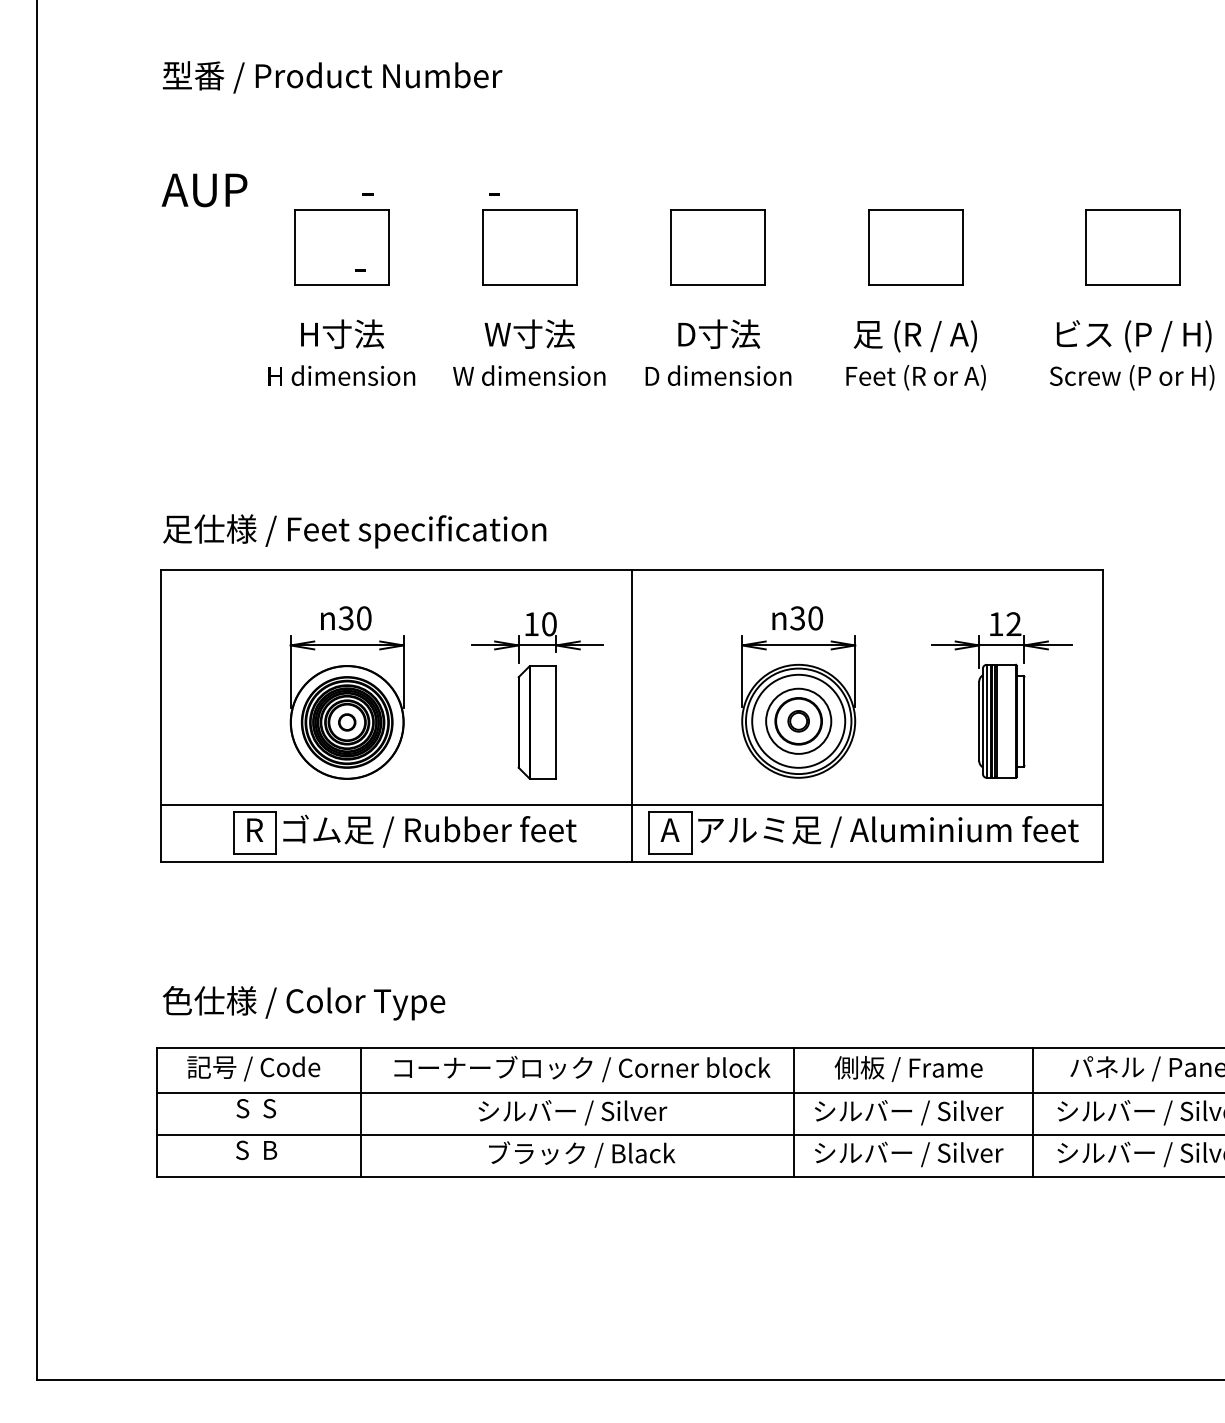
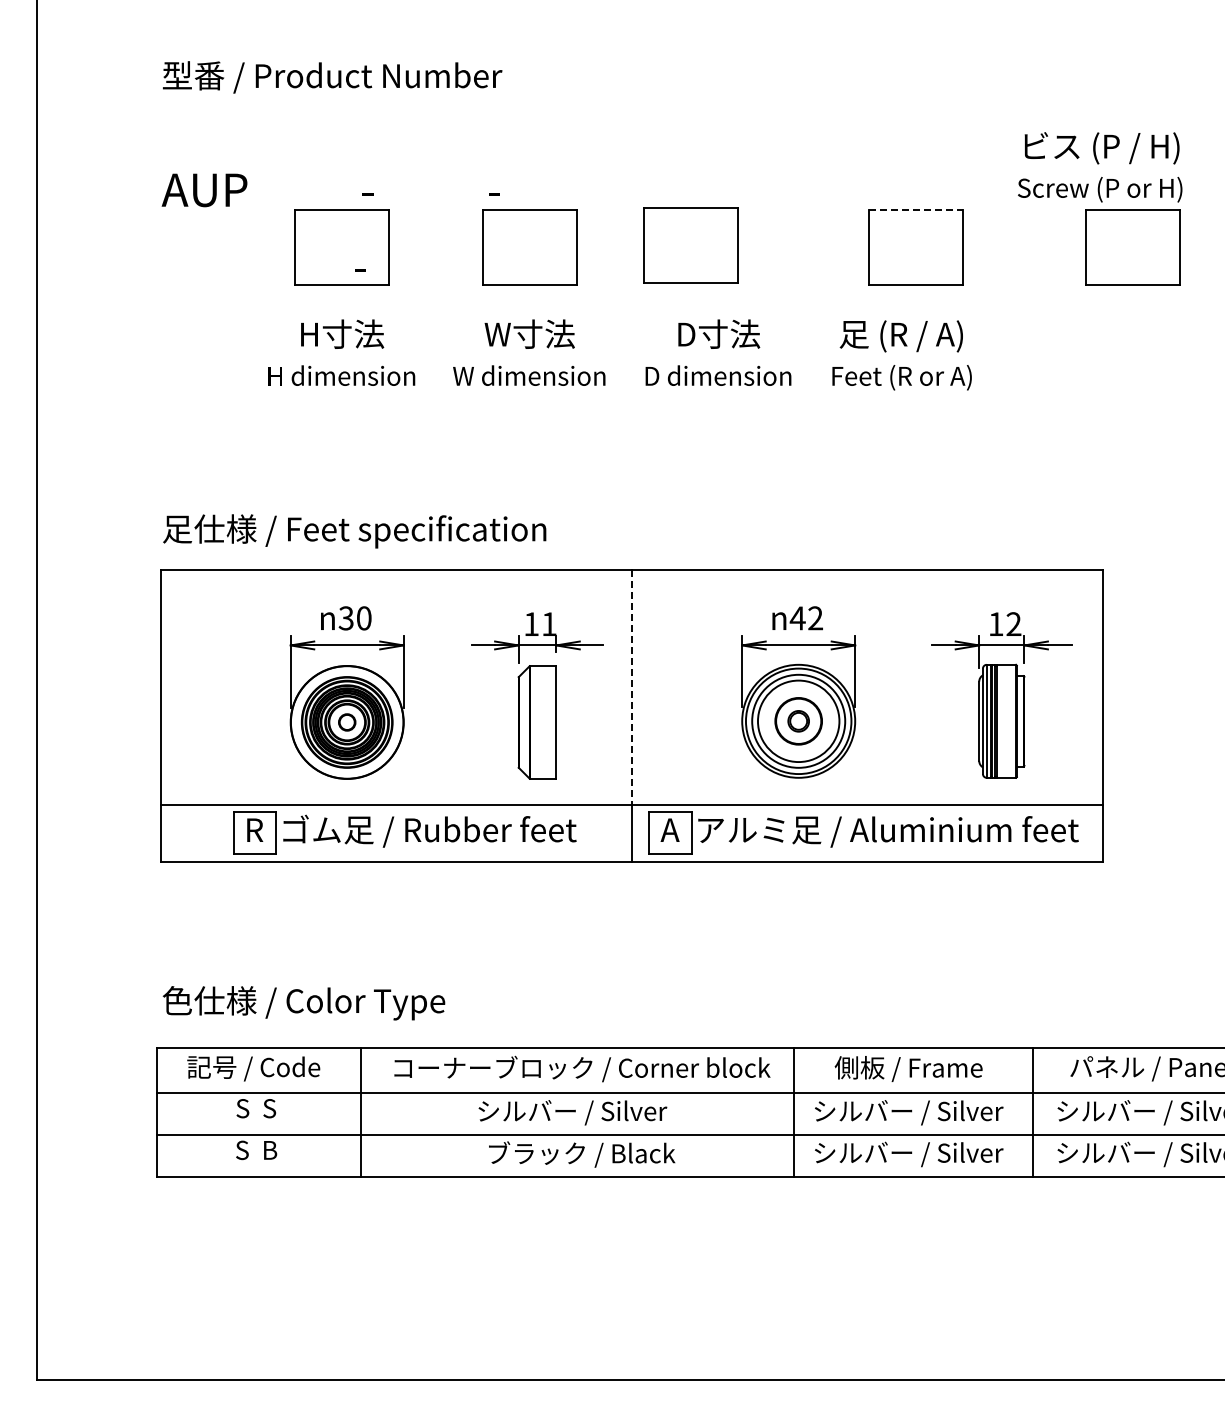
line at (916, 209): solid -> dashed
part at (717, 247) position: (717, 247) -> (690, 245)
text at (915, 355) position: (915, 355) -> (901, 355)
text at (1132, 355) position: (1132, 355) -> (1100, 167)
text at (806, 618): 30 -> 42
text at (549, 624): 10 -> 11
line at (632, 687): solid -> dashed
circle at (798, 720) diameter: 65 px -> 81 px
